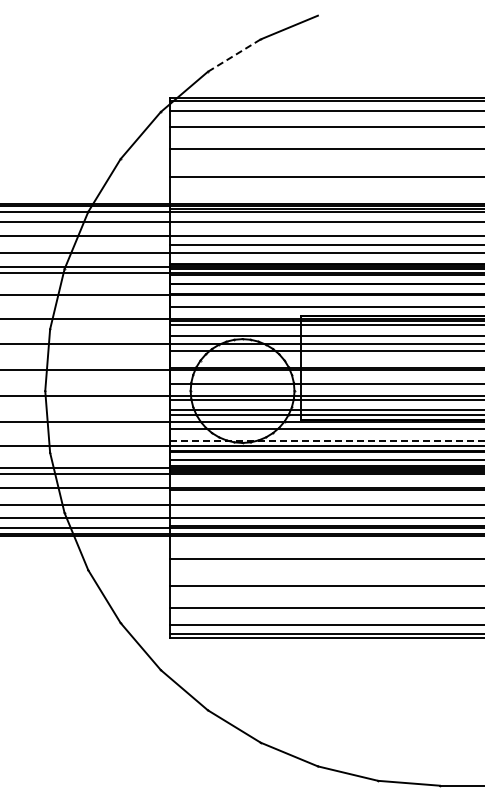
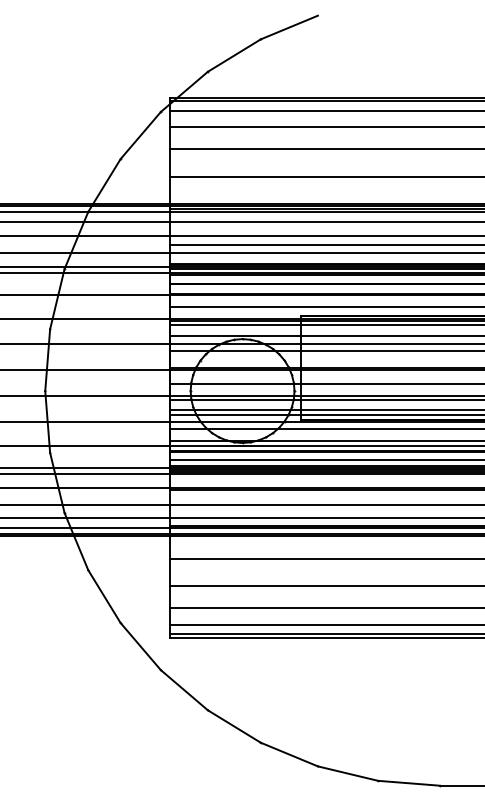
line at (234, 55): dashed -> solid
line at (327, 441): dashed -> solid
